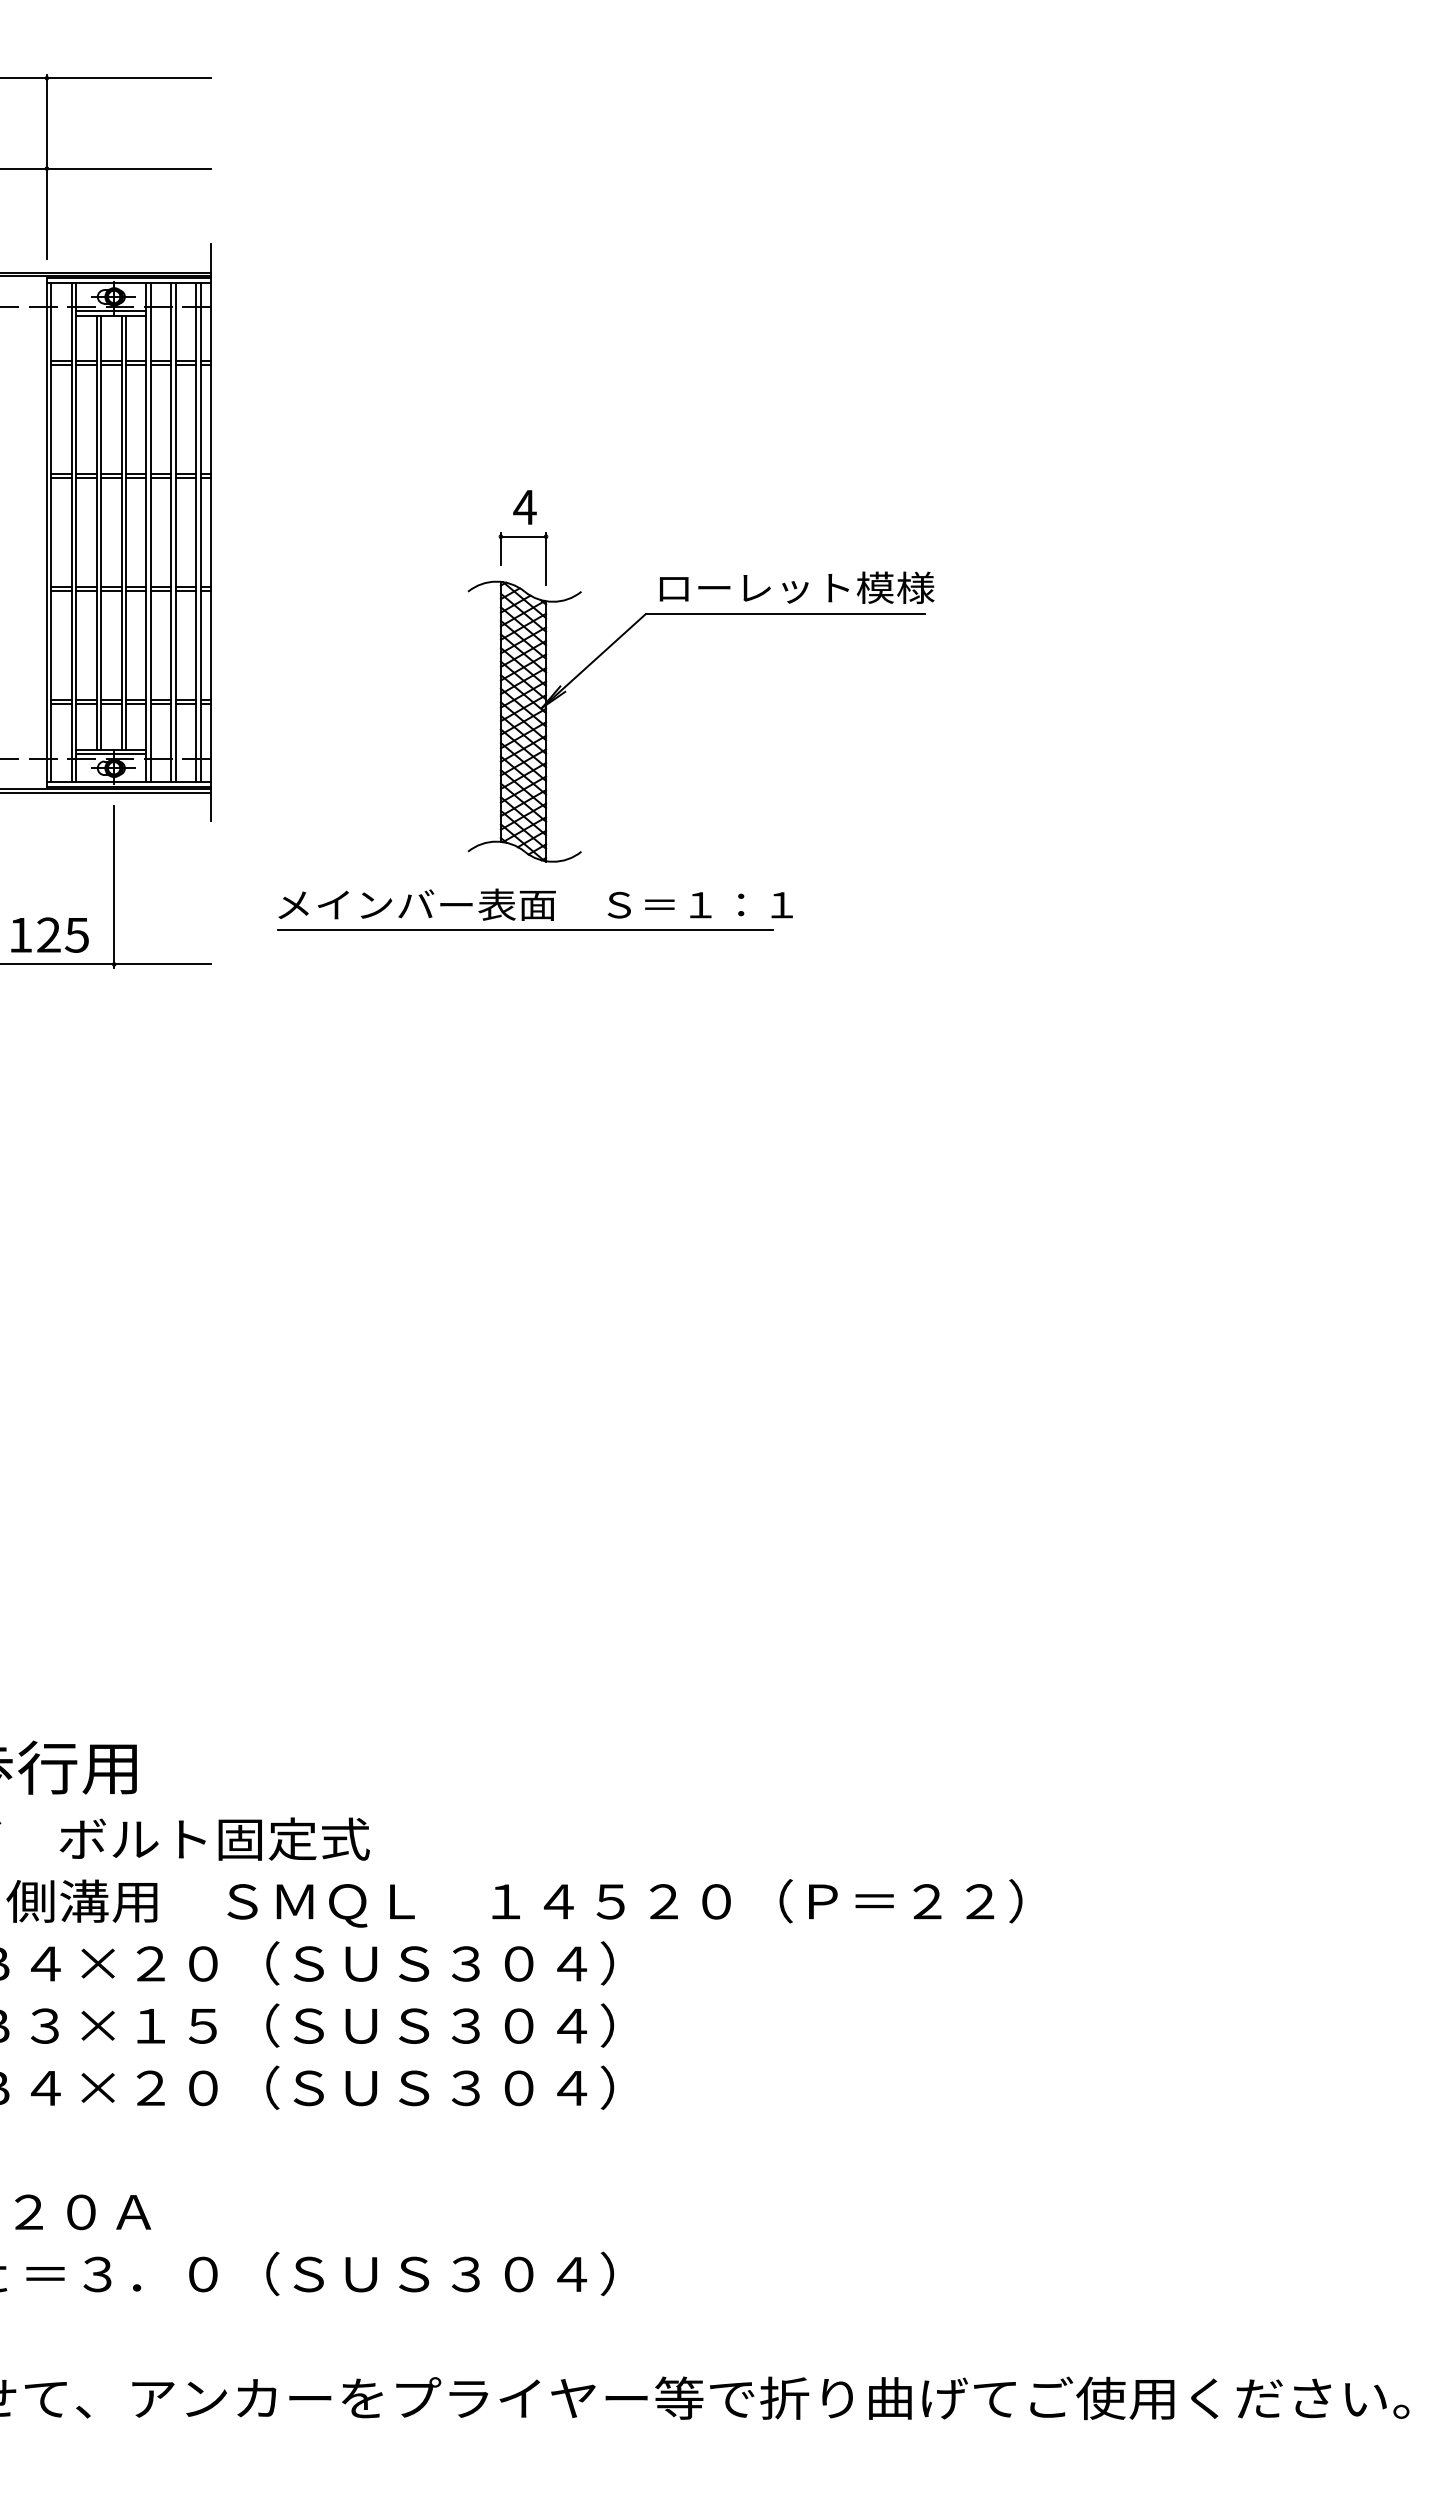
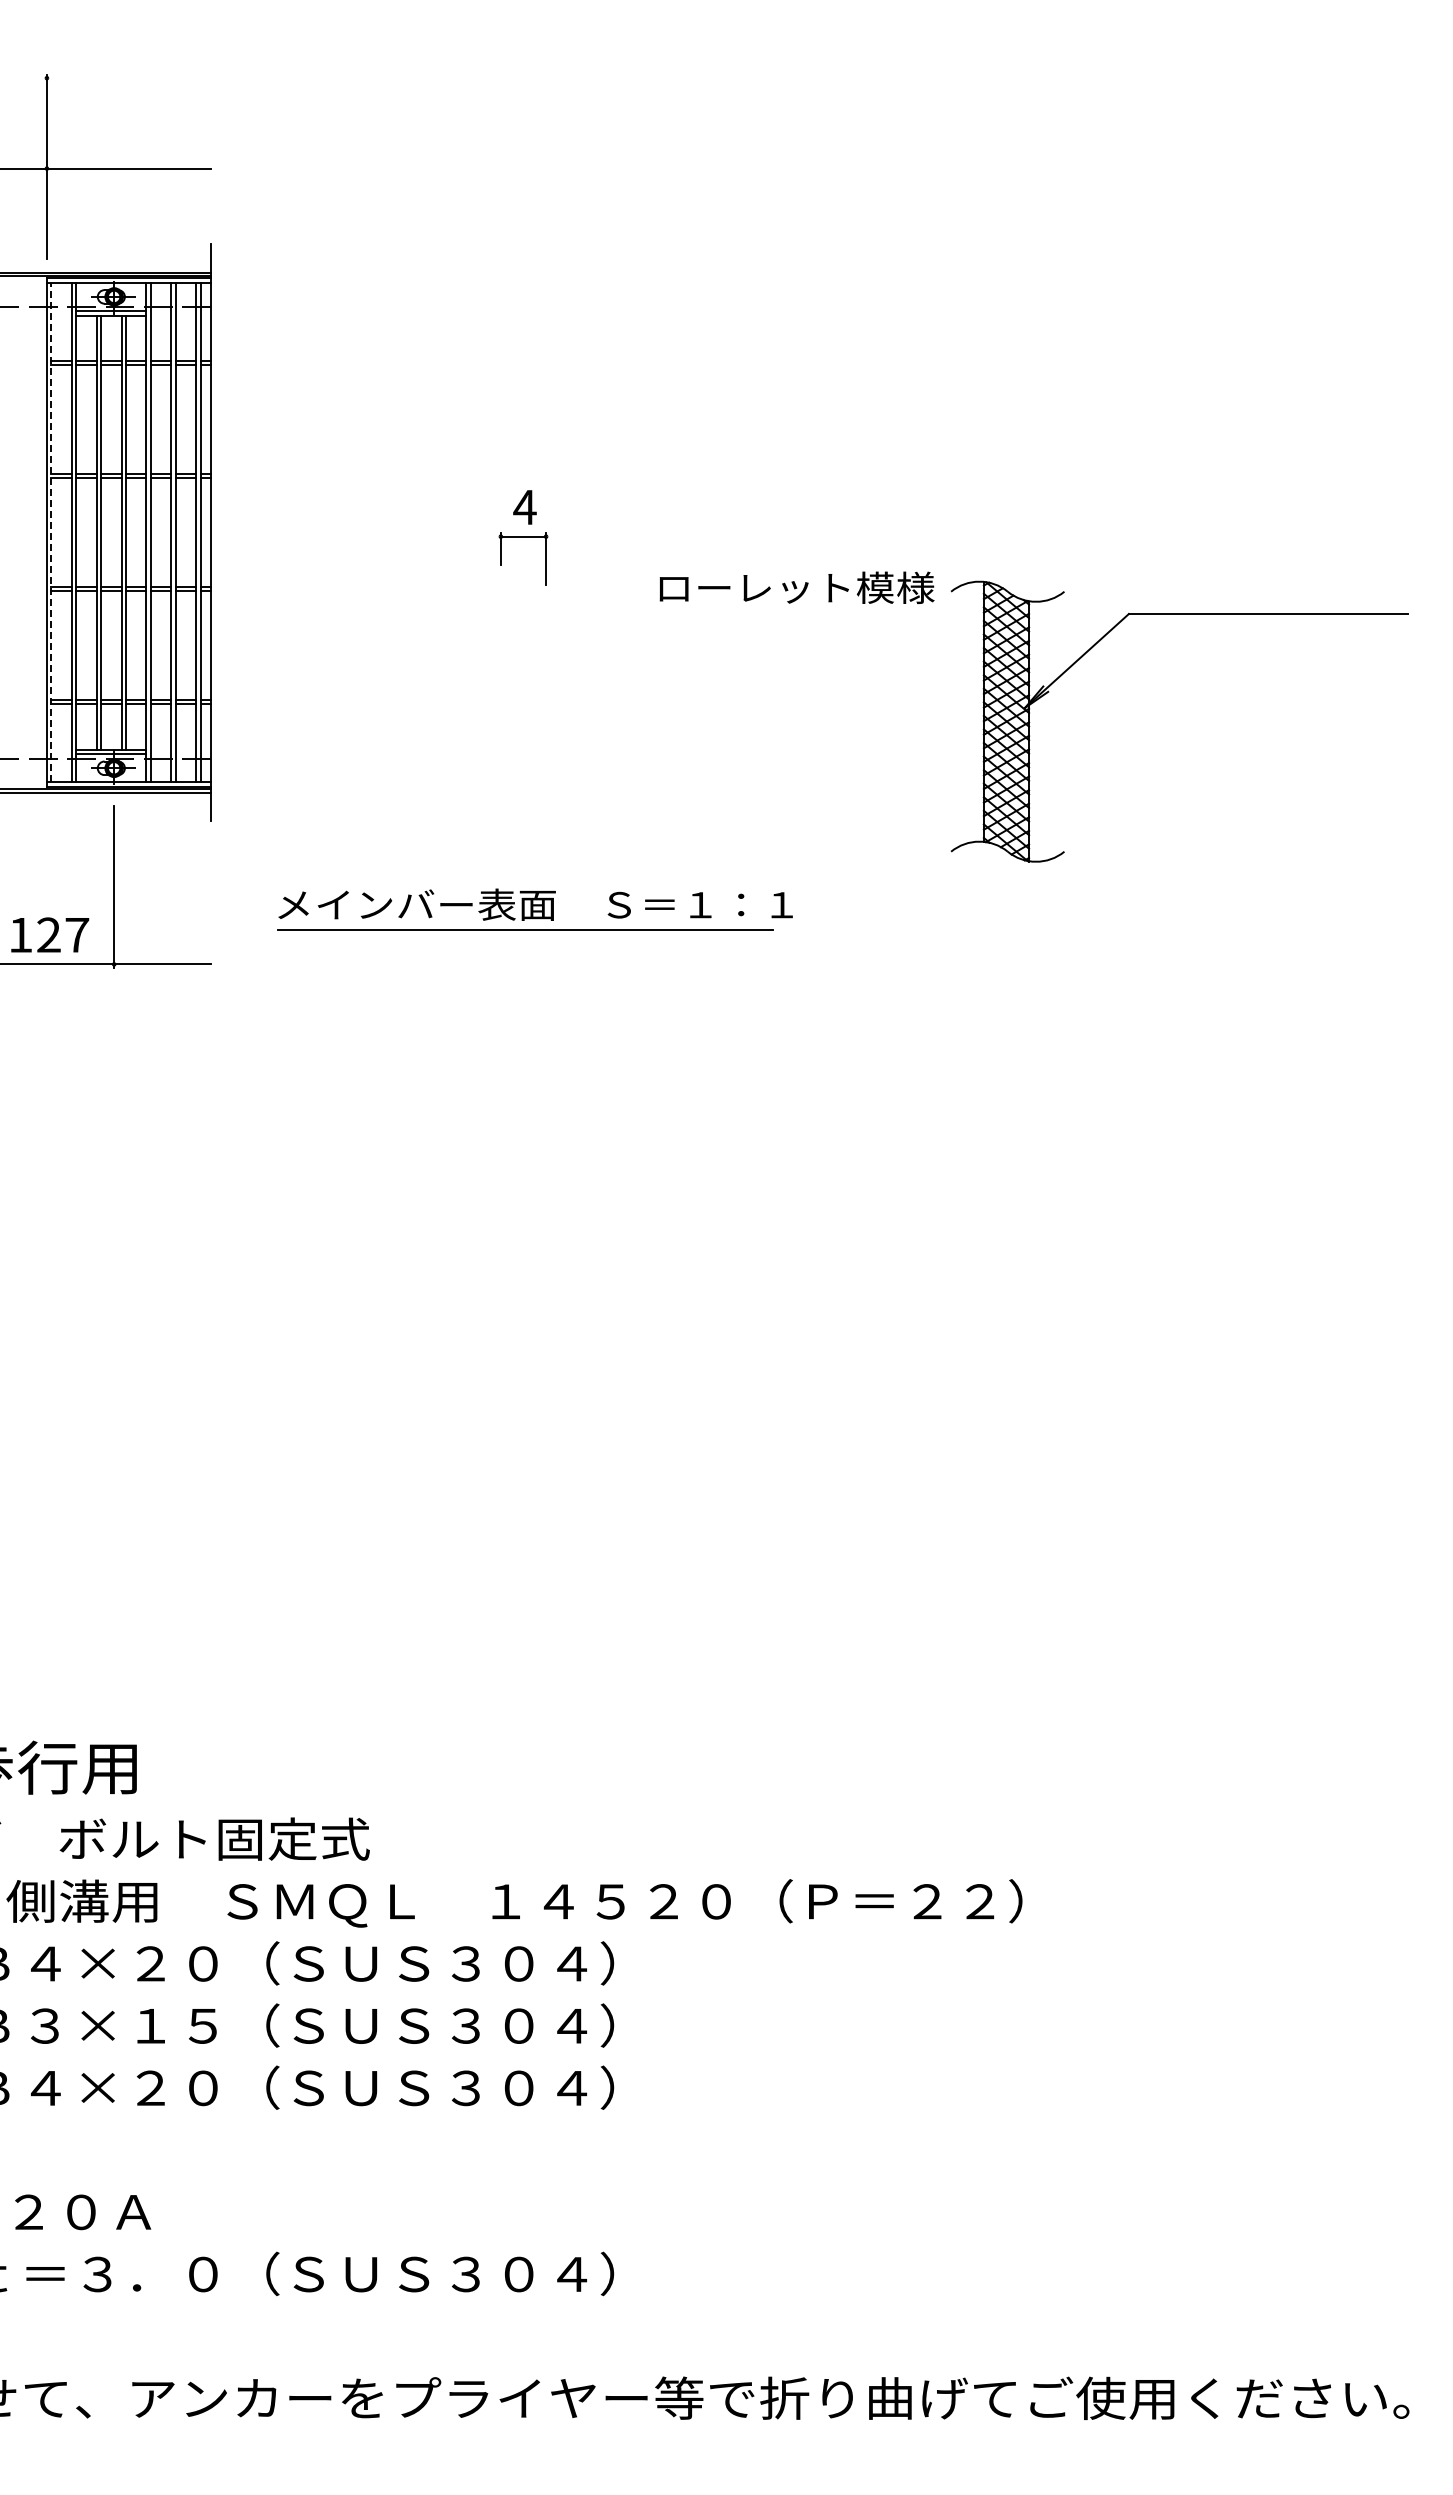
line at (106, 78): present -> none
line at (51, 532): solid -> dashed
part at (696, 614) position: (696, 614) -> (1179, 614)
text at (77, 935): 125 -> 127
